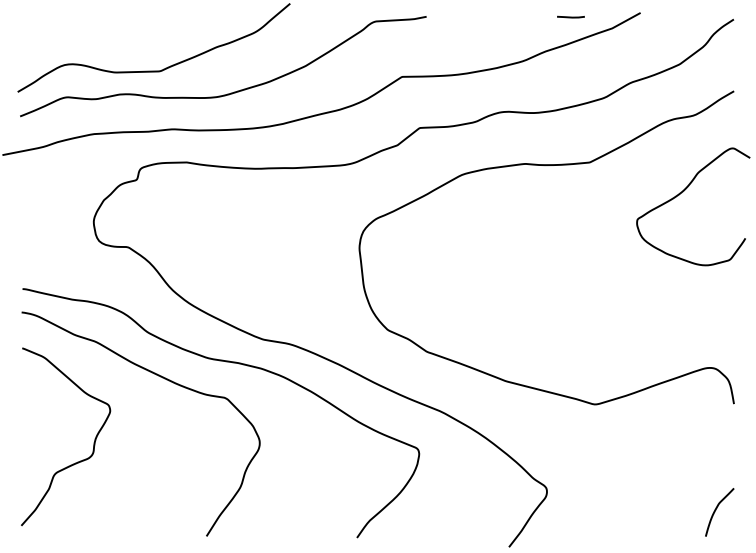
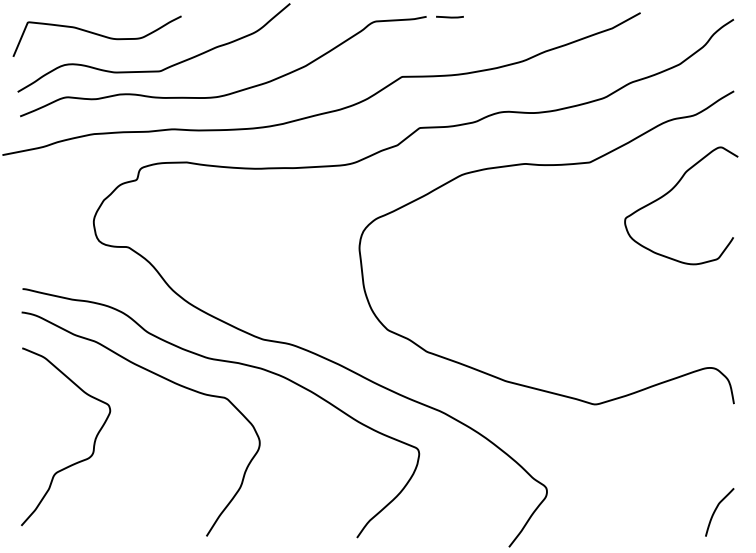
line at (570, 16) position: (570, 16) -> (449, 16)
curve at (96, 35): none -> present
curve at (683, 192) position: (683, 192) -> (671, 191)
